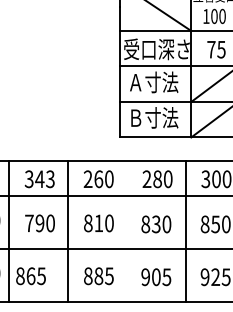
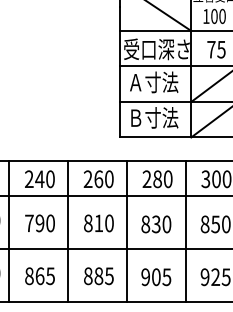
text at (39, 179): 343 -> 240
line at (126, 230): none -> present
text at (30, 276) position: (30, 276) -> (39, 276)
